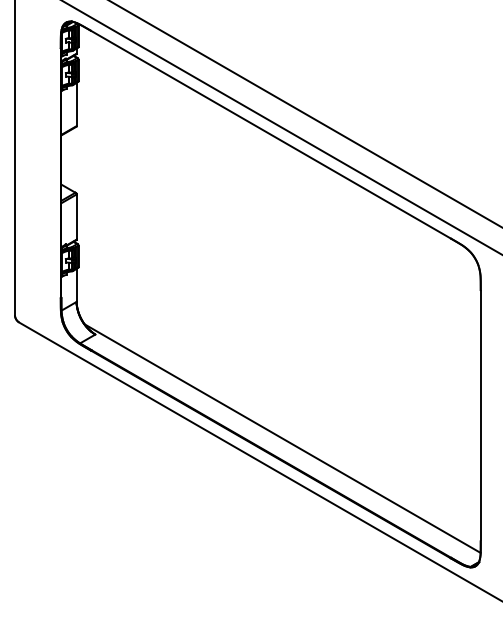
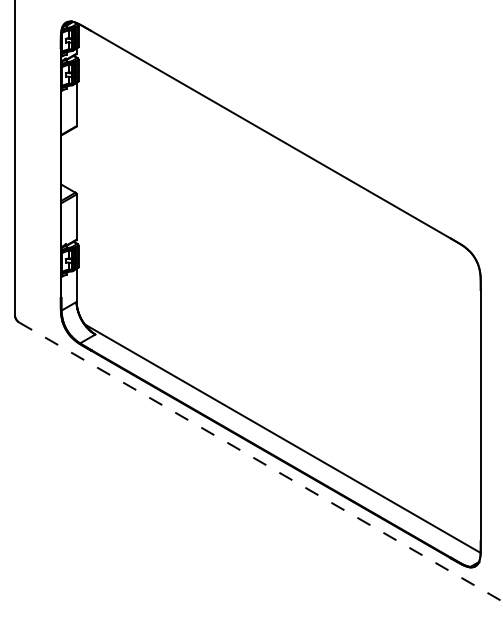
line at (305, 113): present -> none
line at (282, 127): present -> none
line at (261, 462): solid -> dashed
